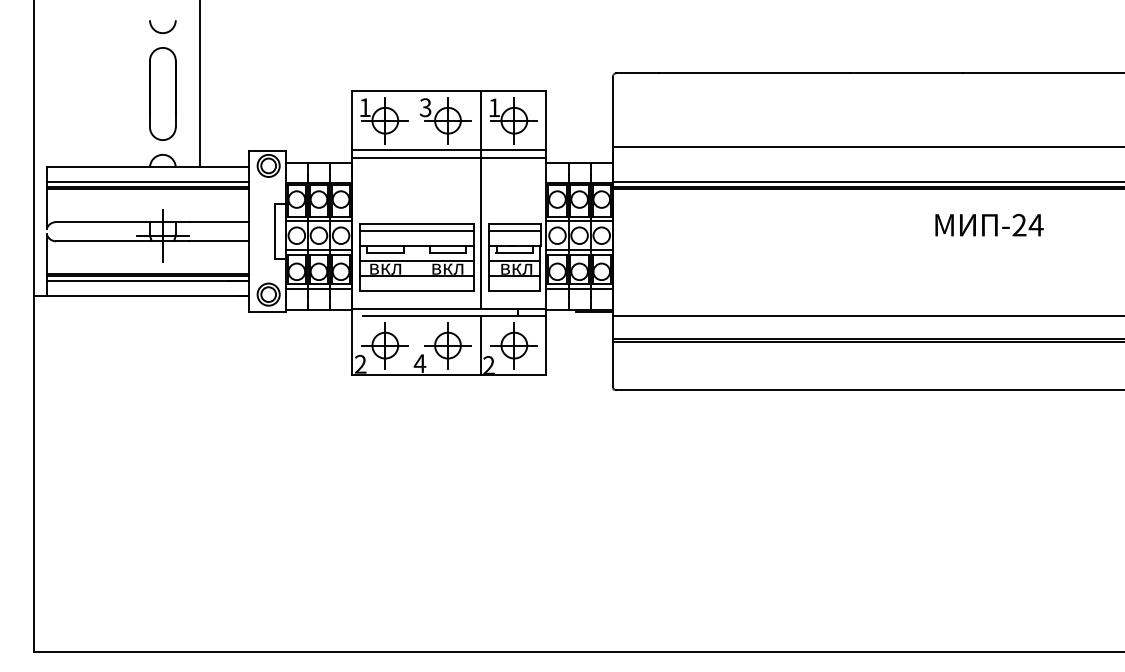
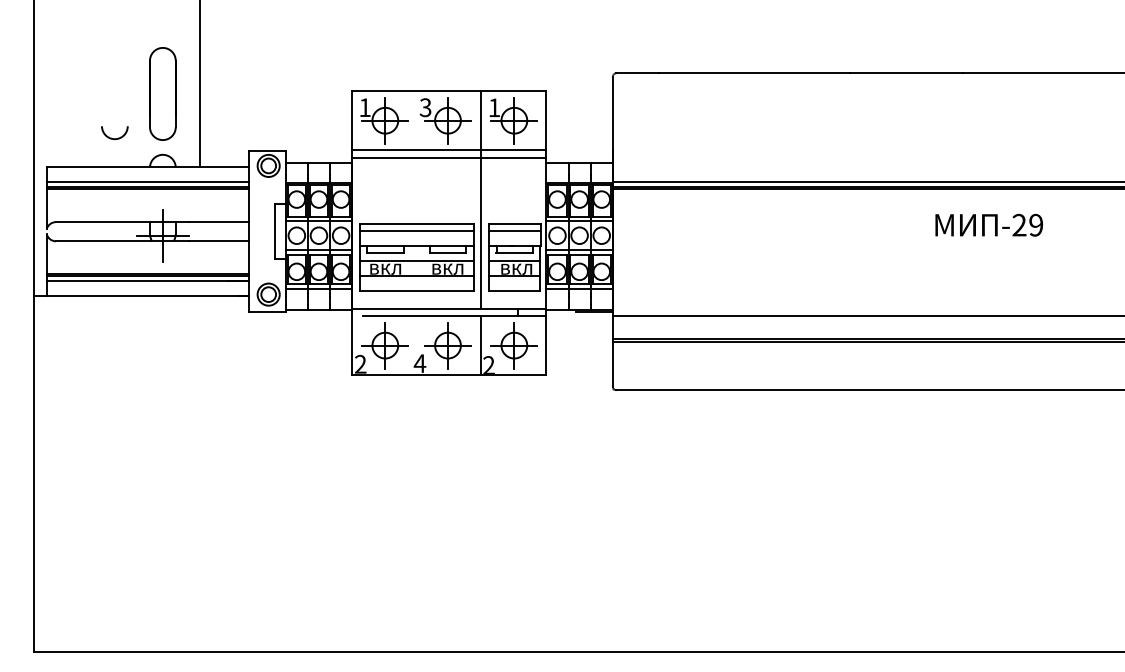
arc at (159, 31) position: (159, 31) -> (111, 137)
line at (866, 146): present -> none
text at (1035, 224): -24 -> -29
